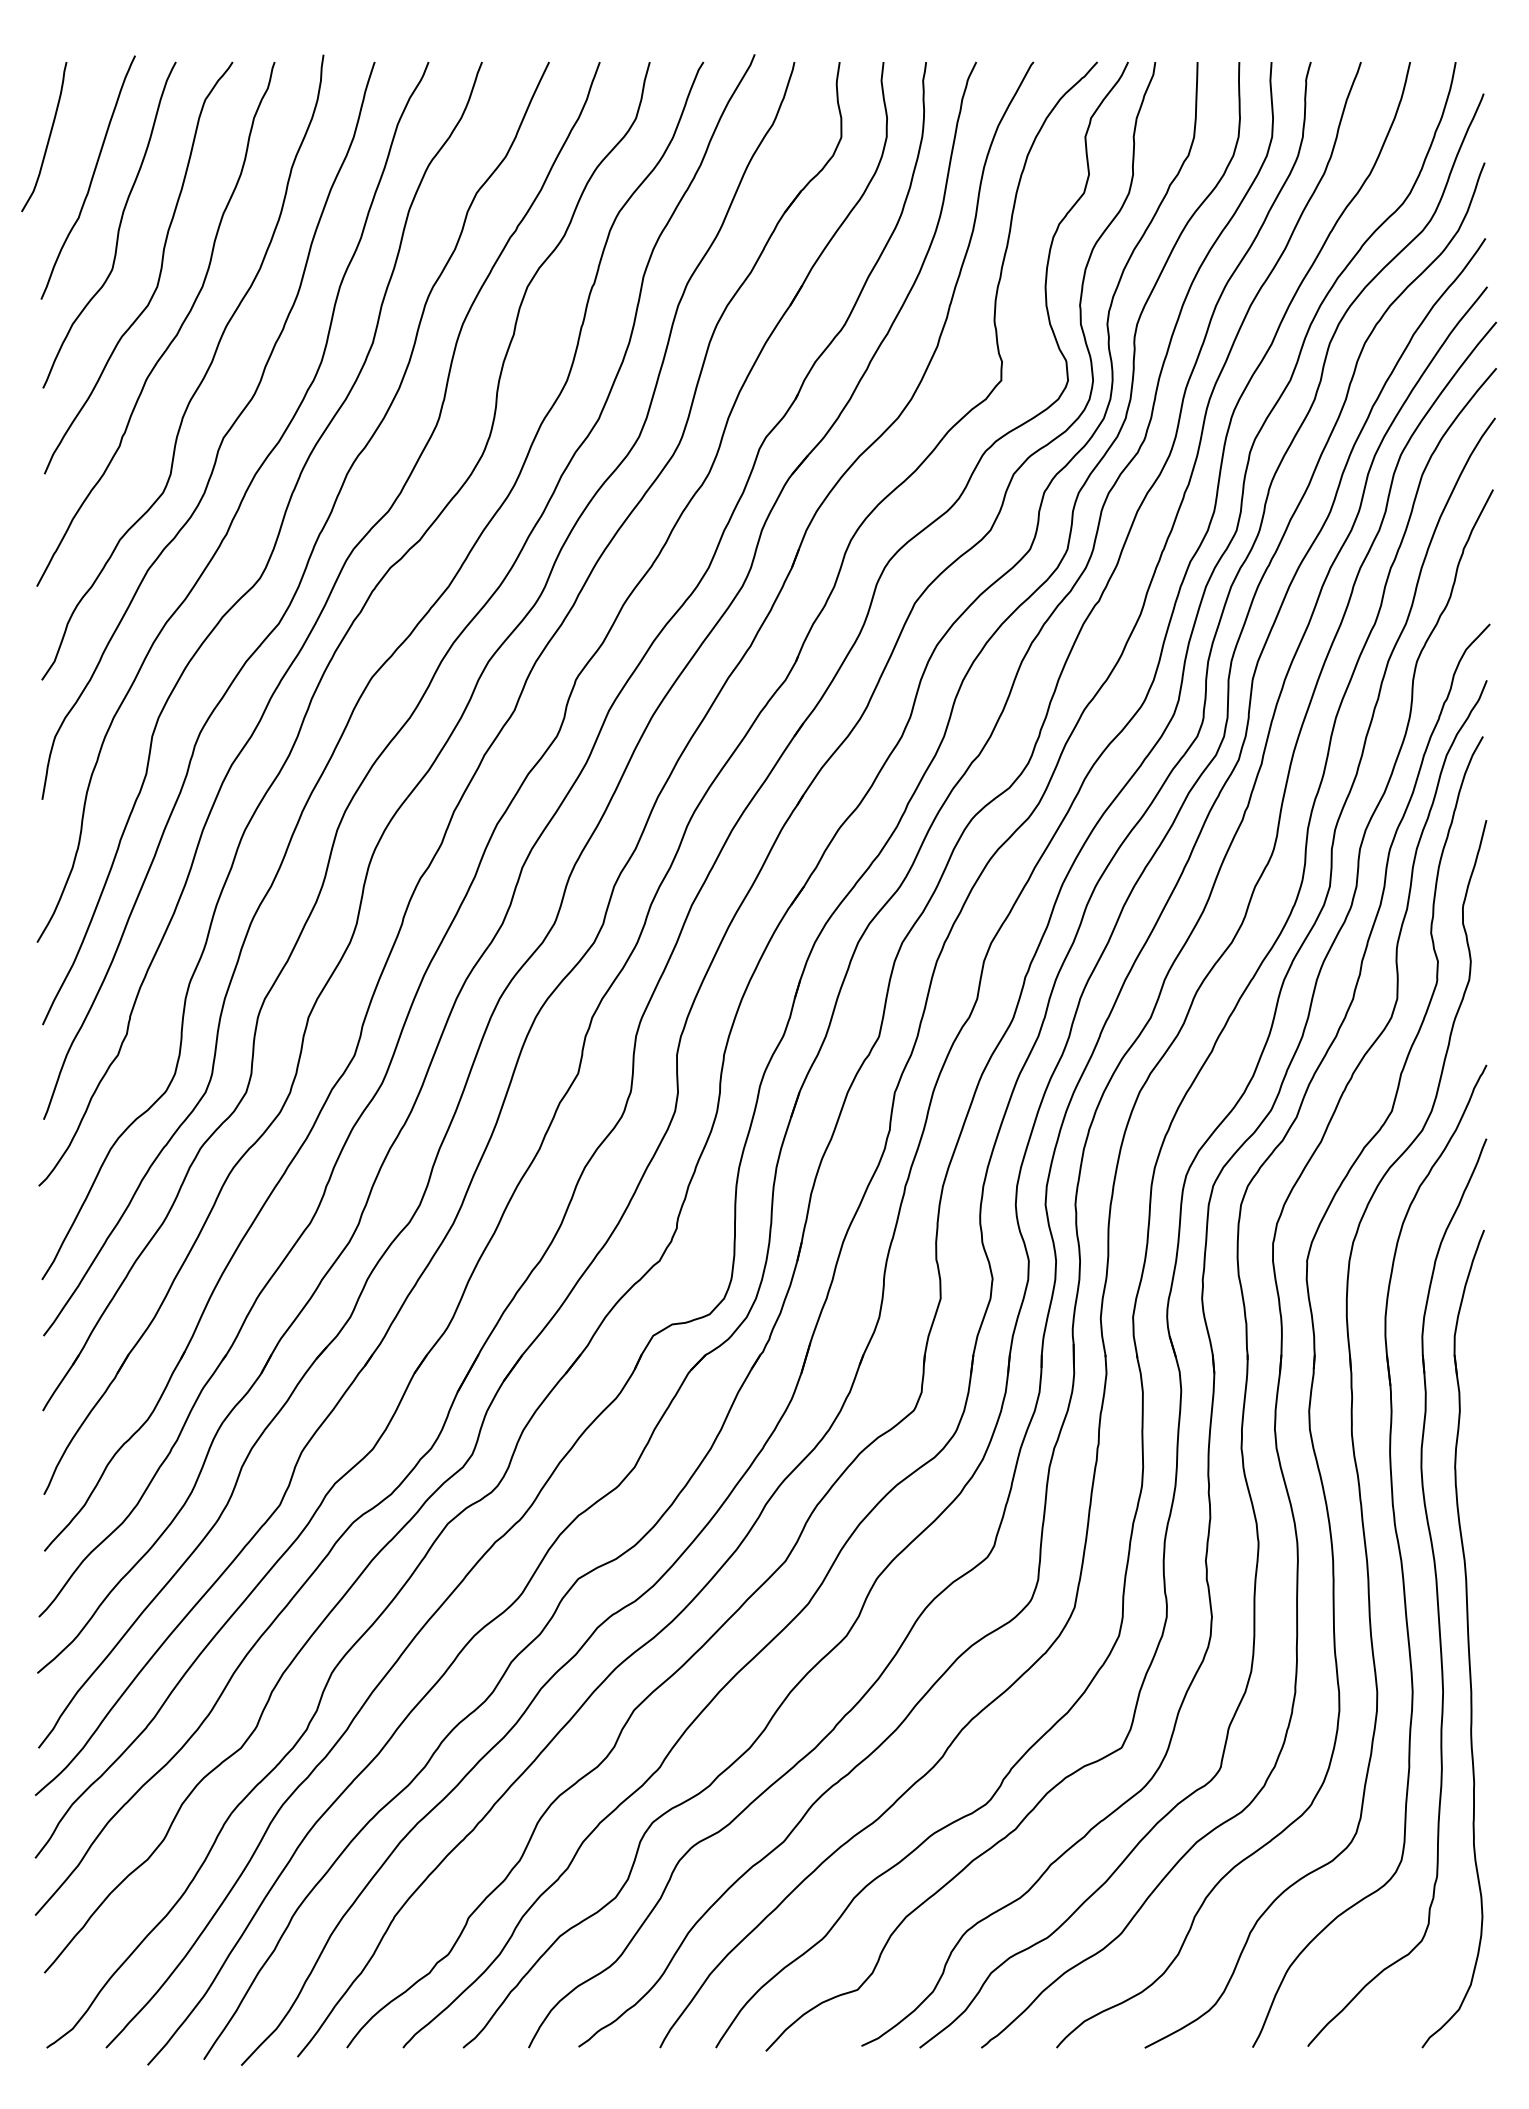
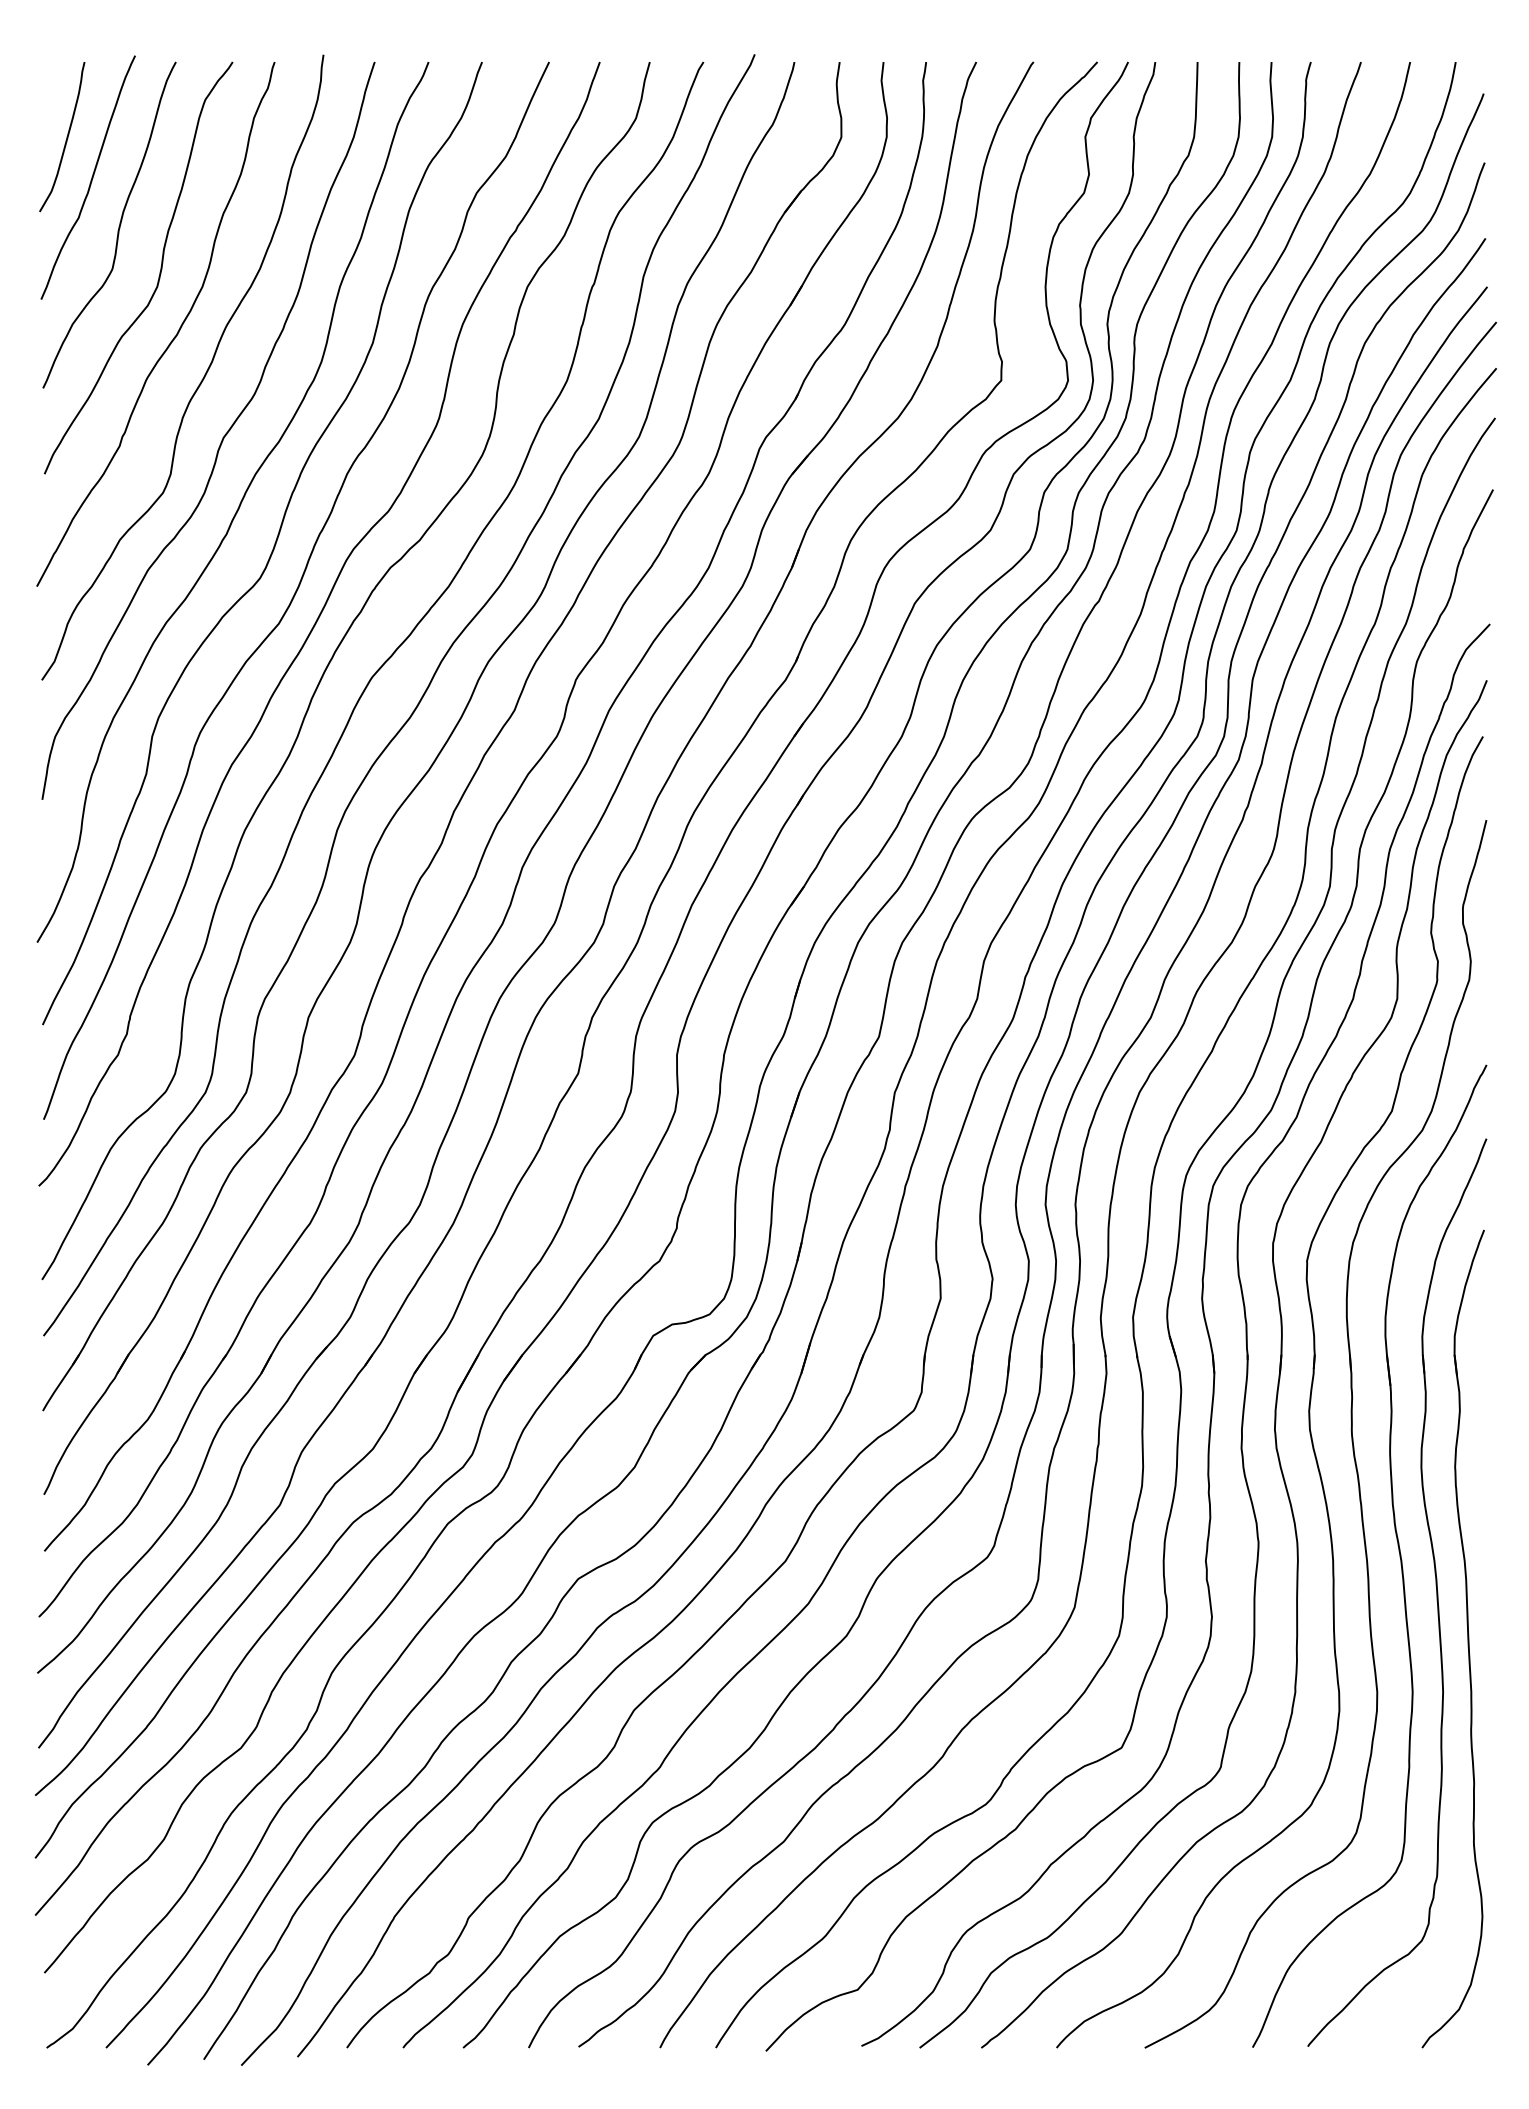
curve at (48, 137) position: (48, 137) -> (66, 137)
